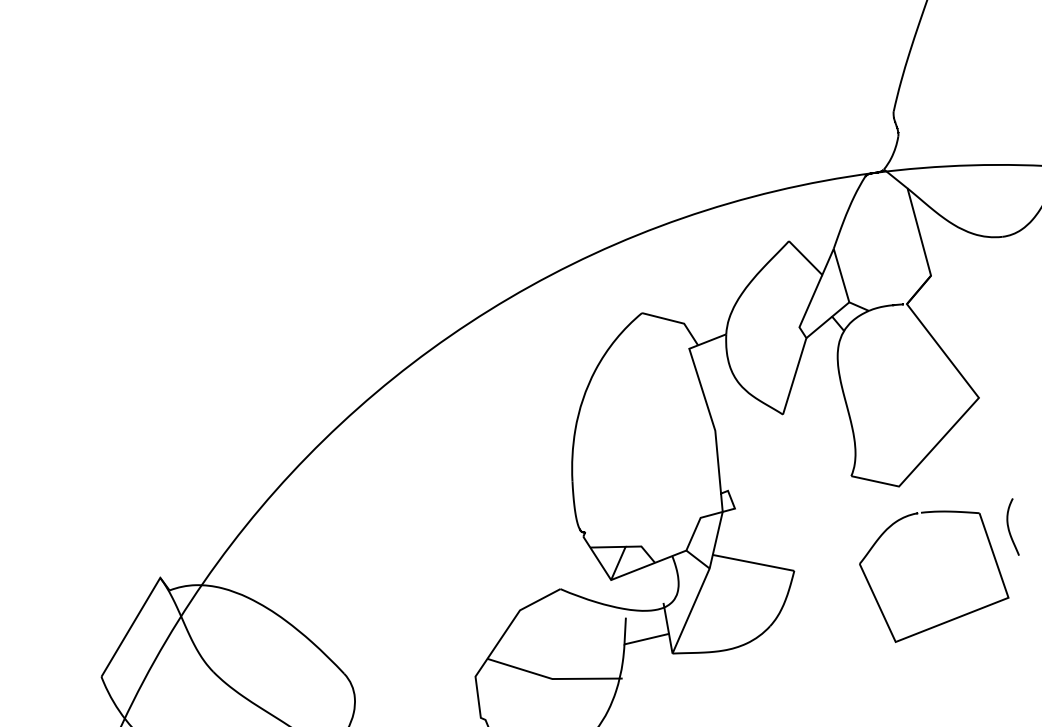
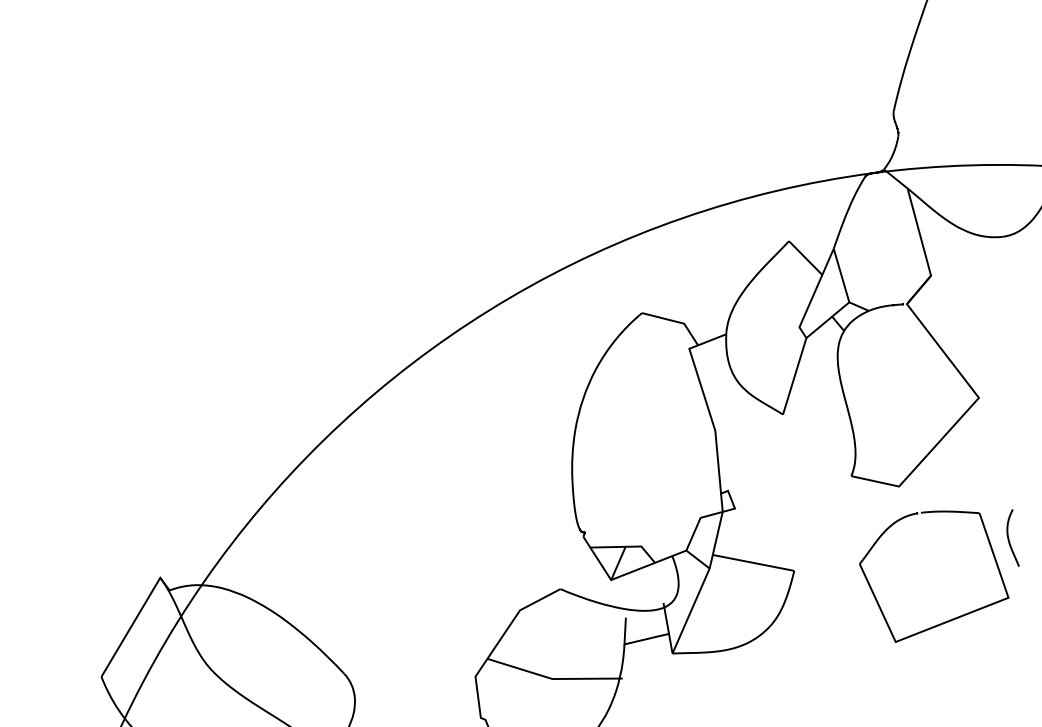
curve at (1009, 527) position: (1009, 527) -> (1009, 538)
